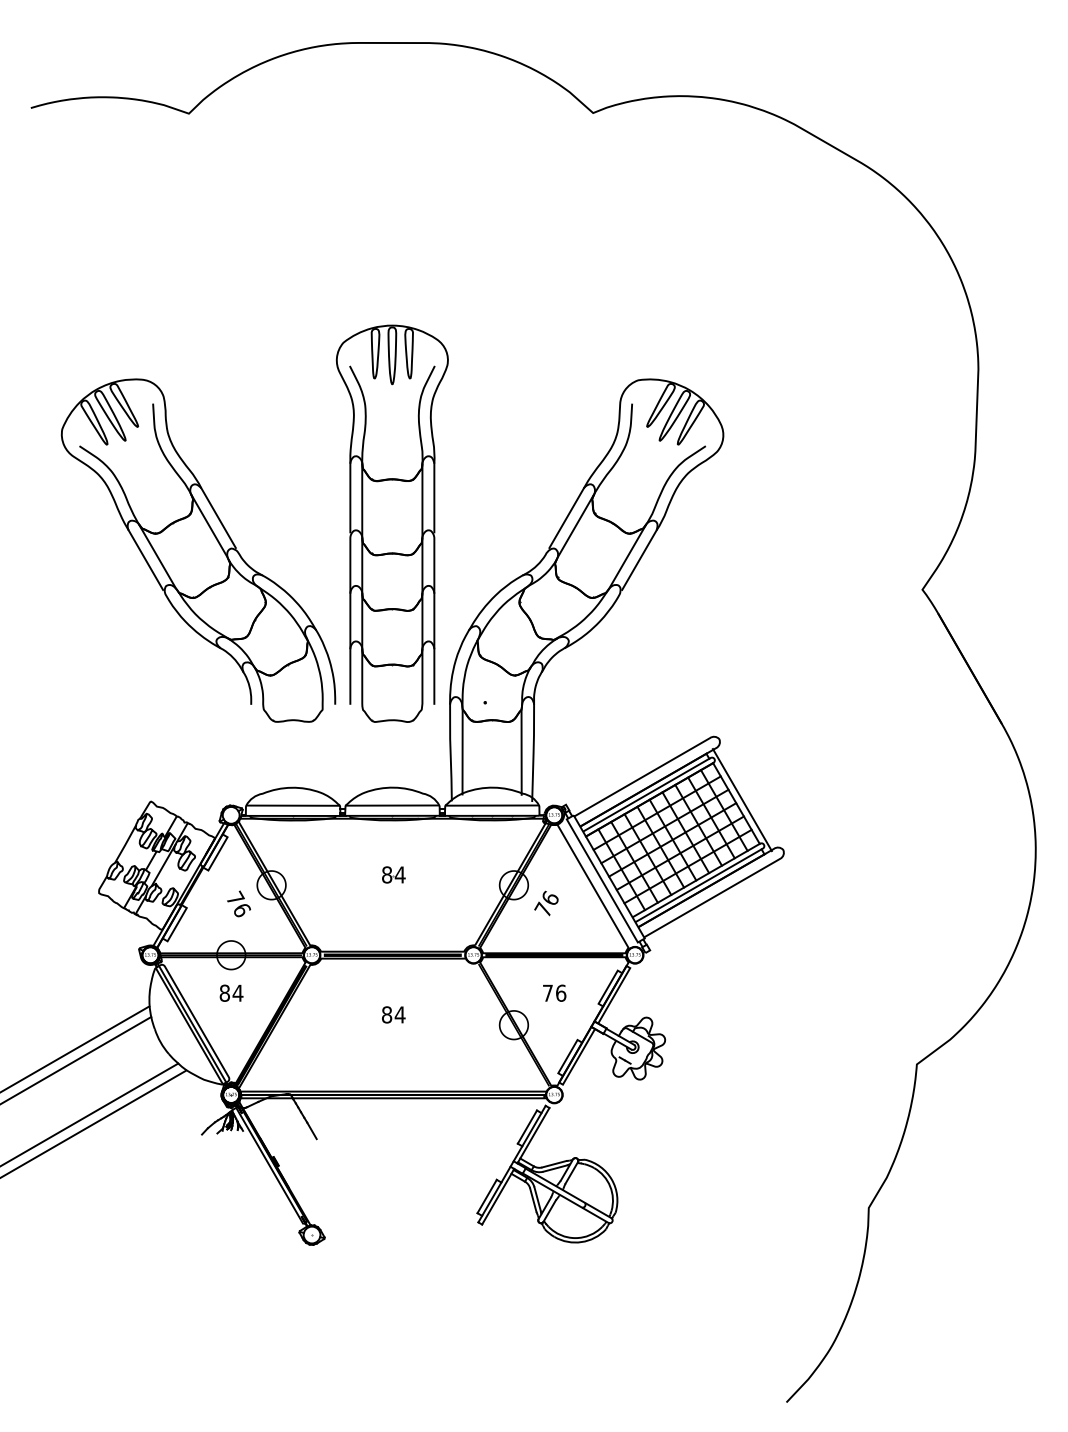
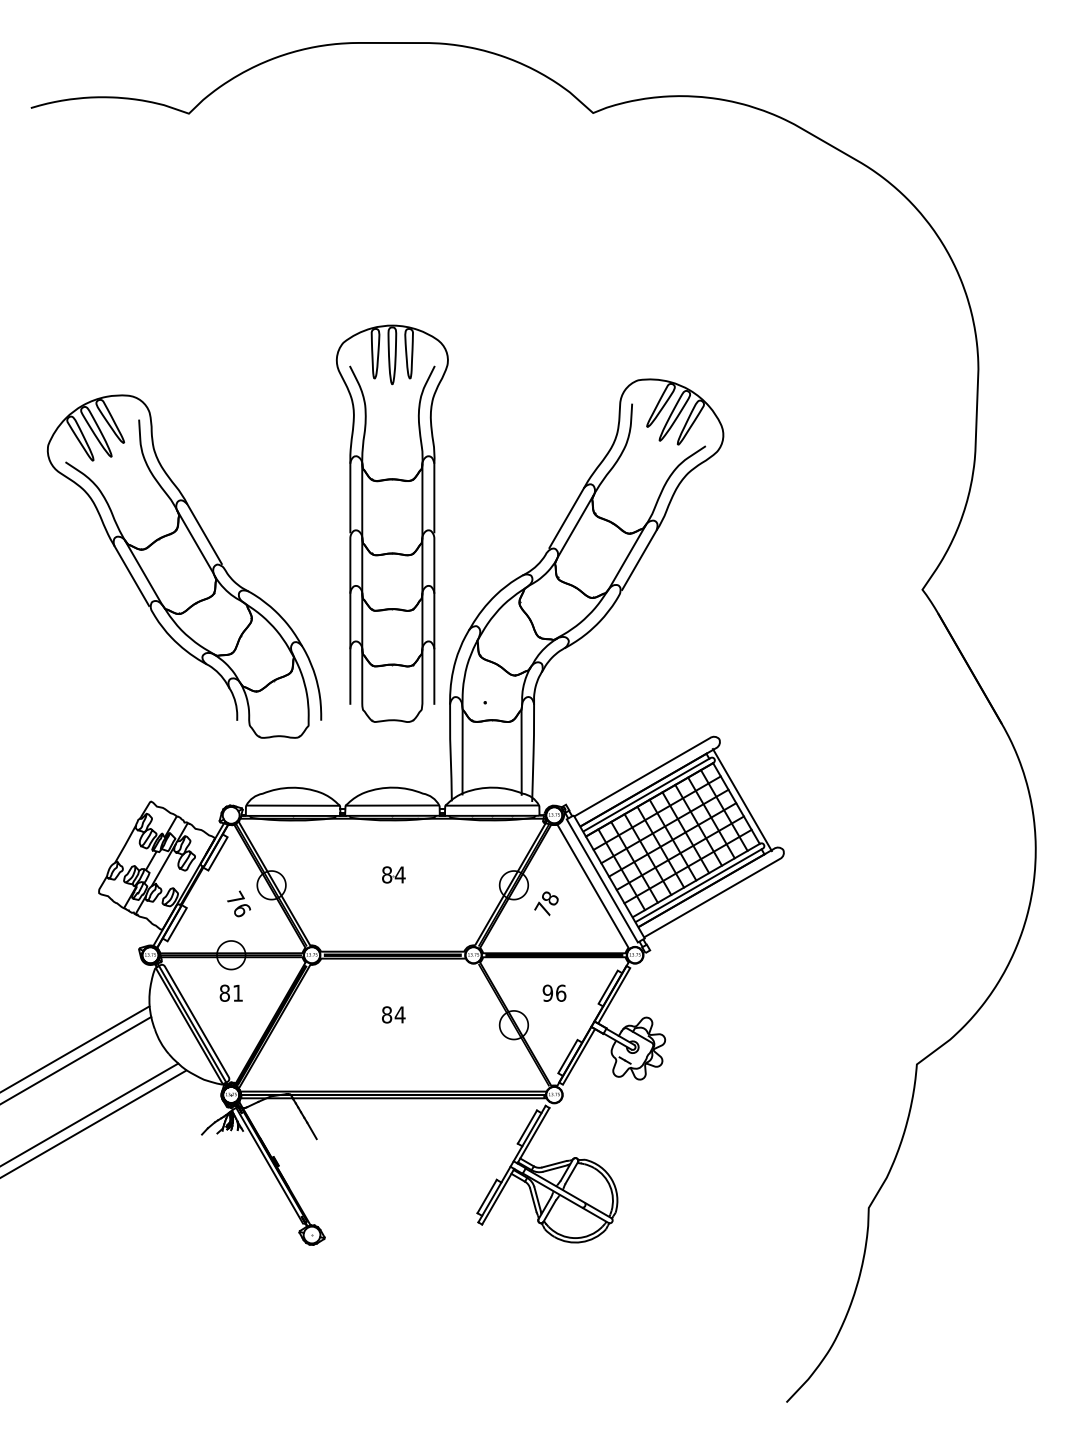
part at (198, 550) position: (198, 550) -> (184, 566)
text at (550, 897): 76 -> 78
text at (237, 992): 84 -> 81
text at (547, 992): 76 -> 96
